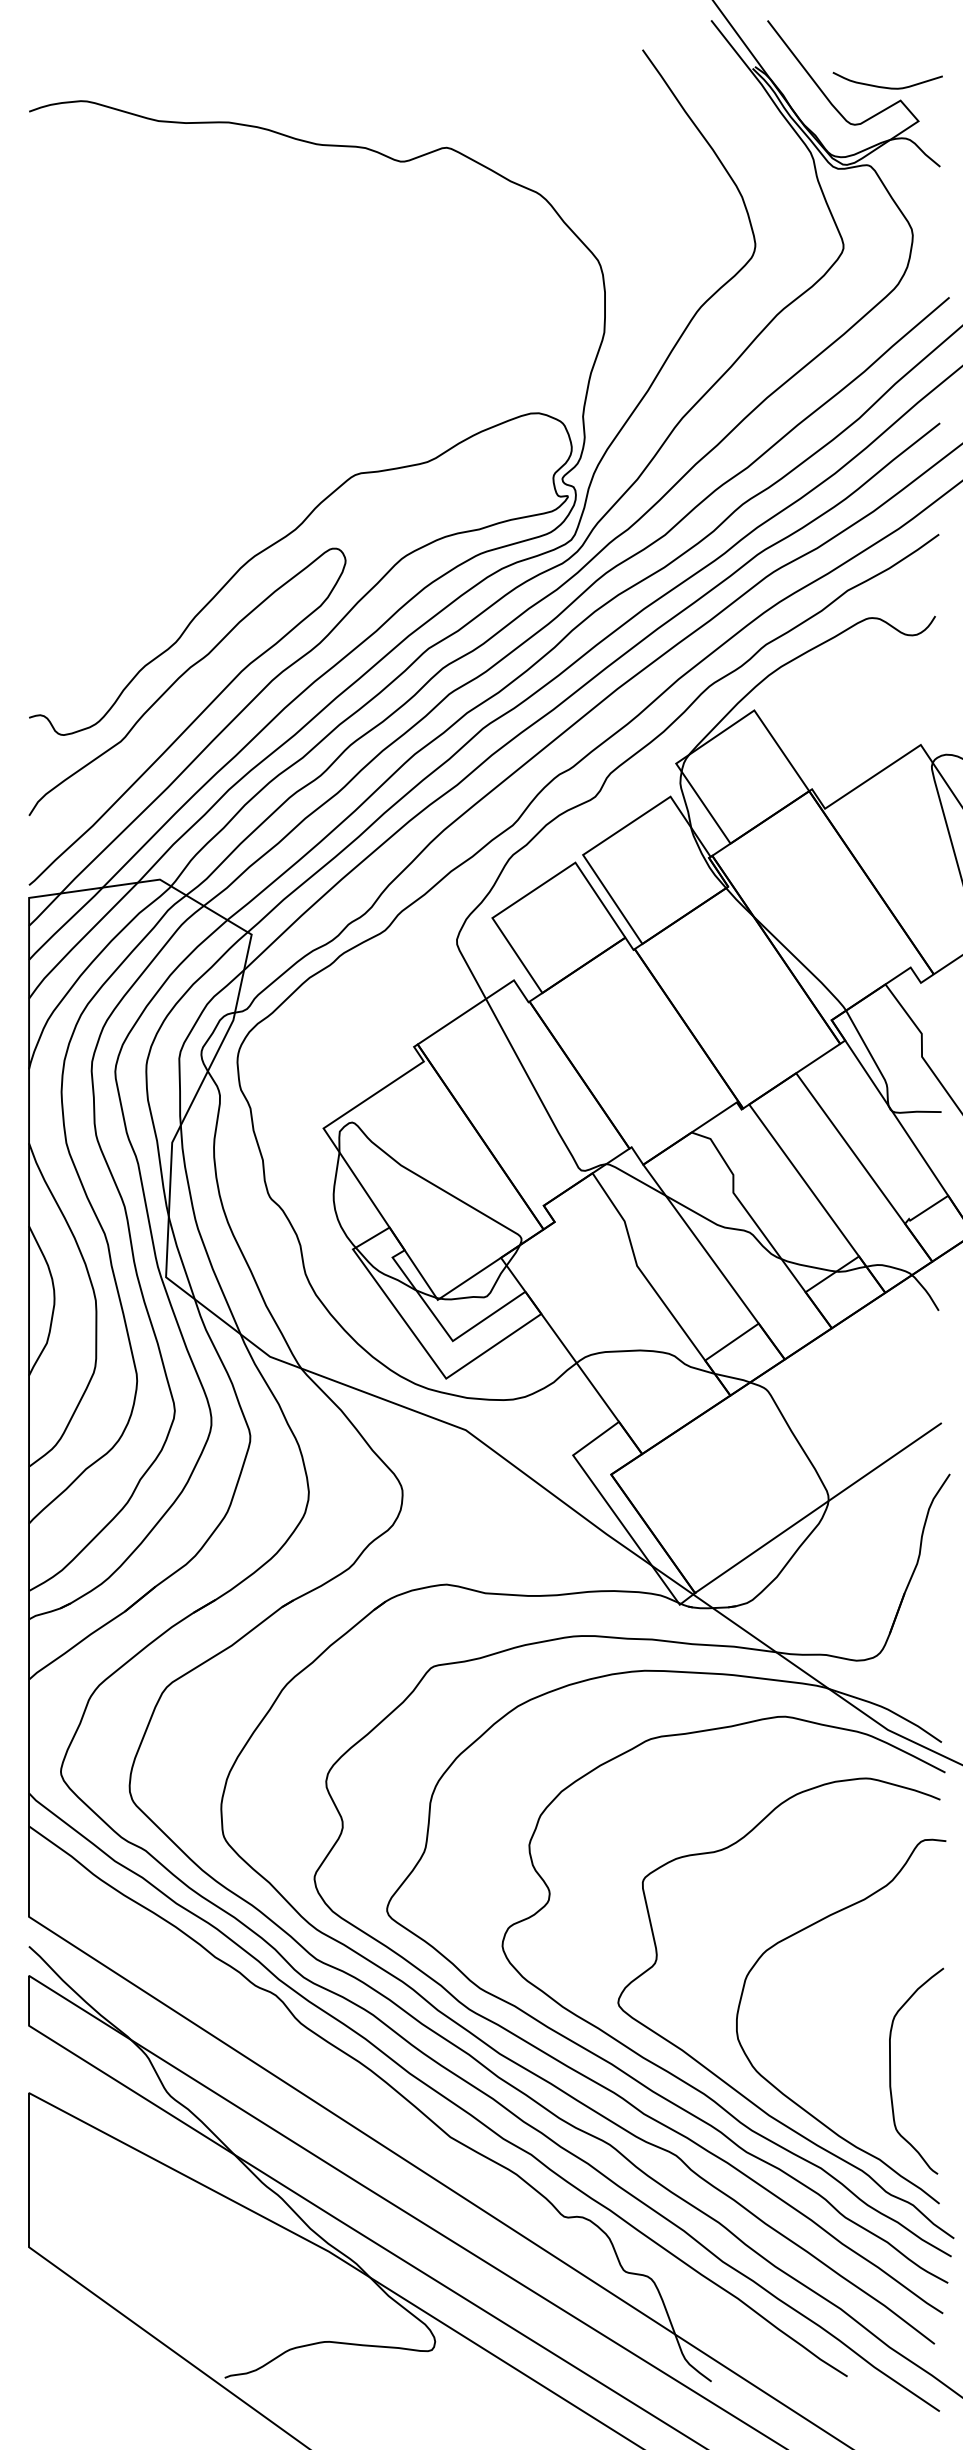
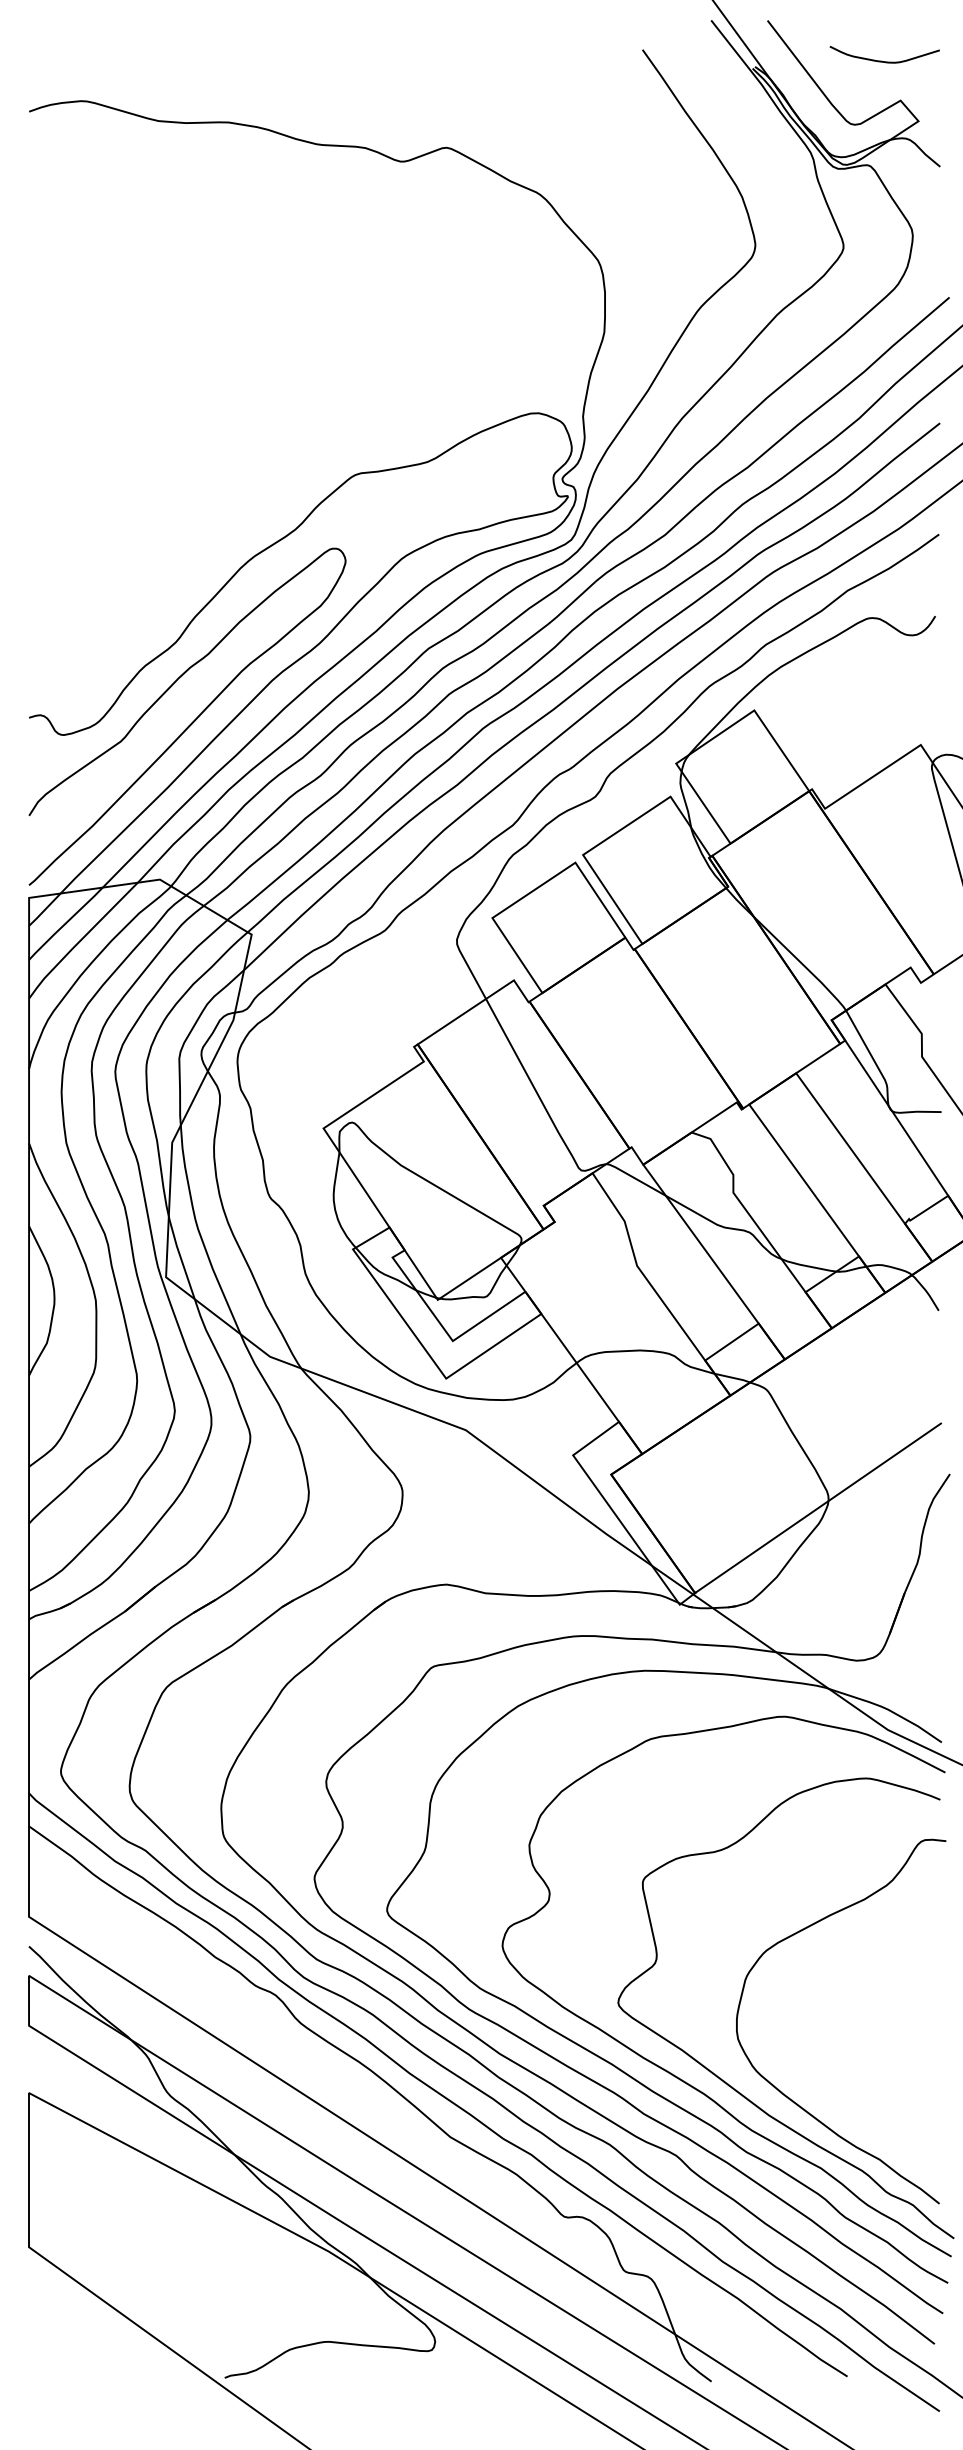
curve at (885, 86) position: (885, 86) -> (882, 60)
curve at (891, 2074): present -> none
